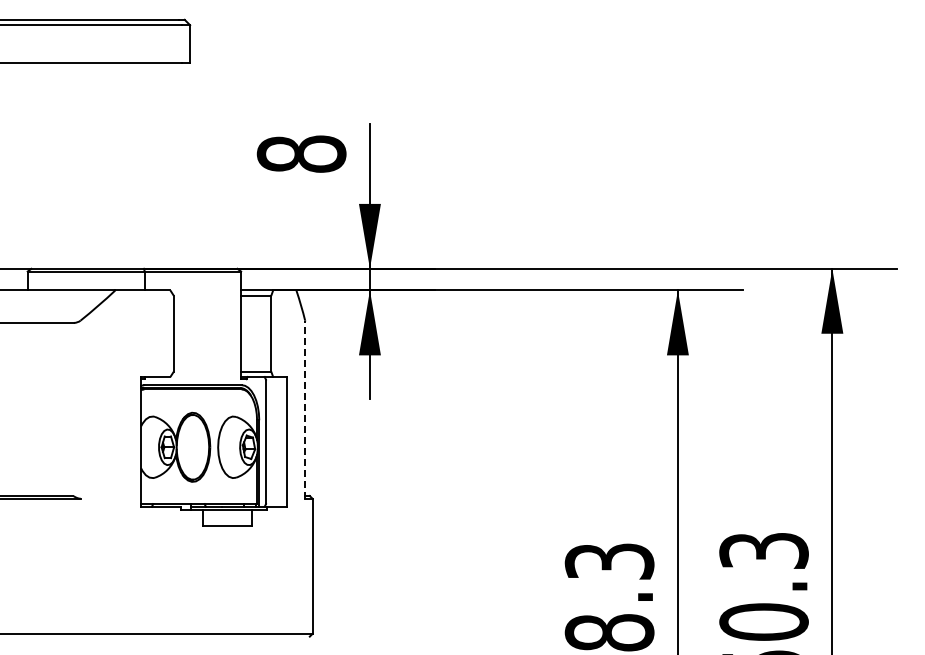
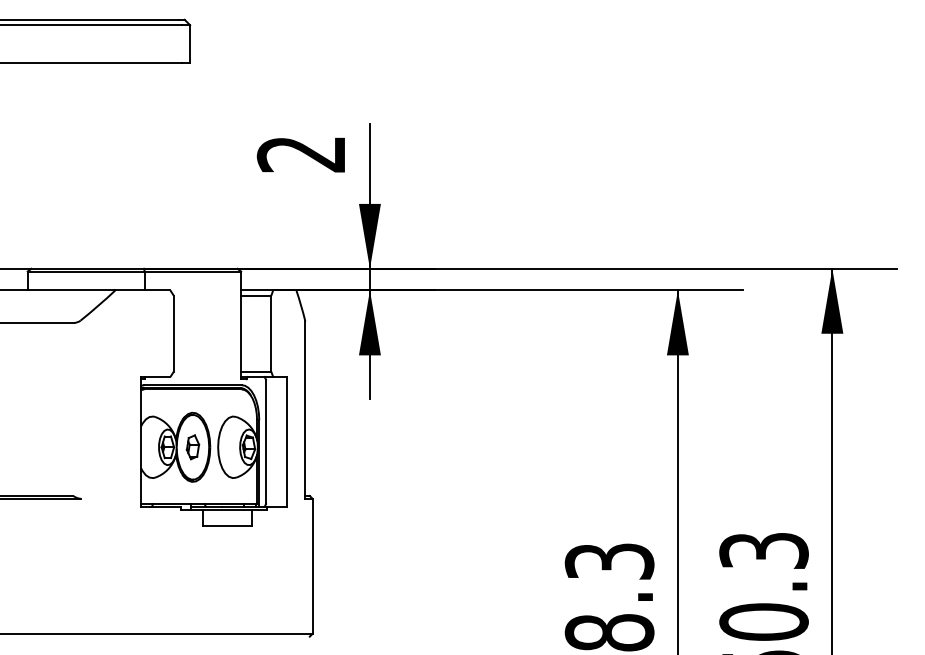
text at (301, 153): 8 -> 2
line at (305, 410): dashed -> solid
part at (192, 447): none -> present
